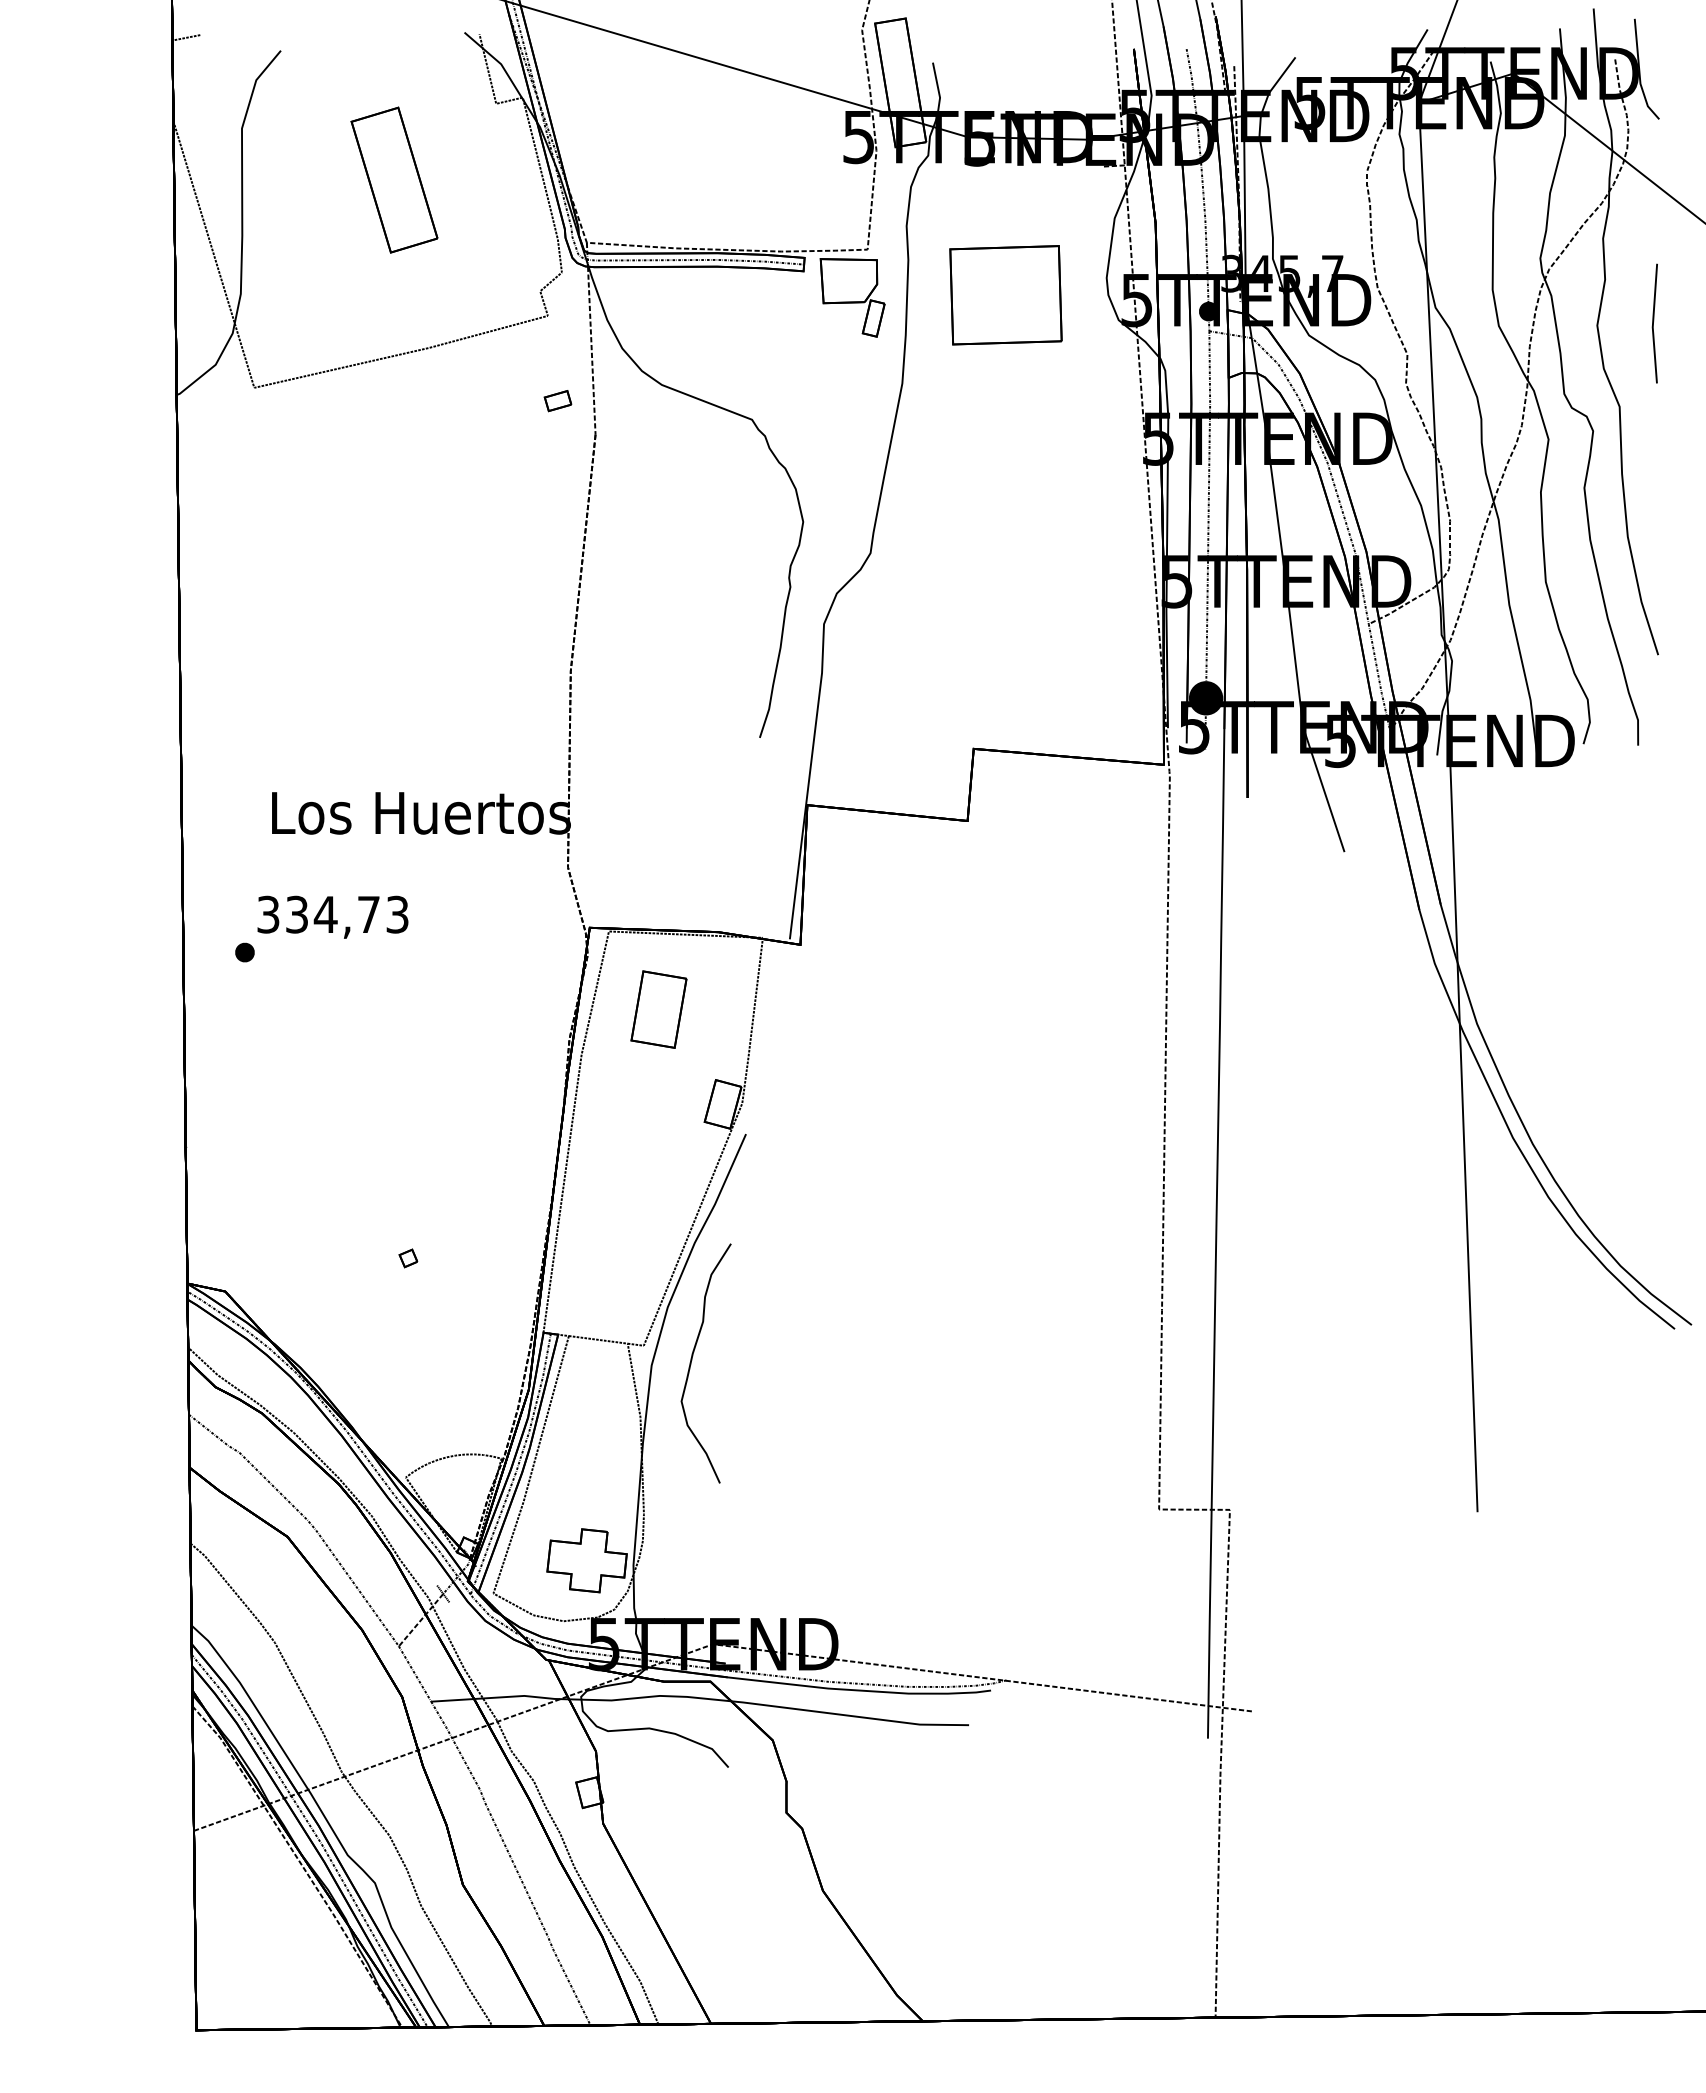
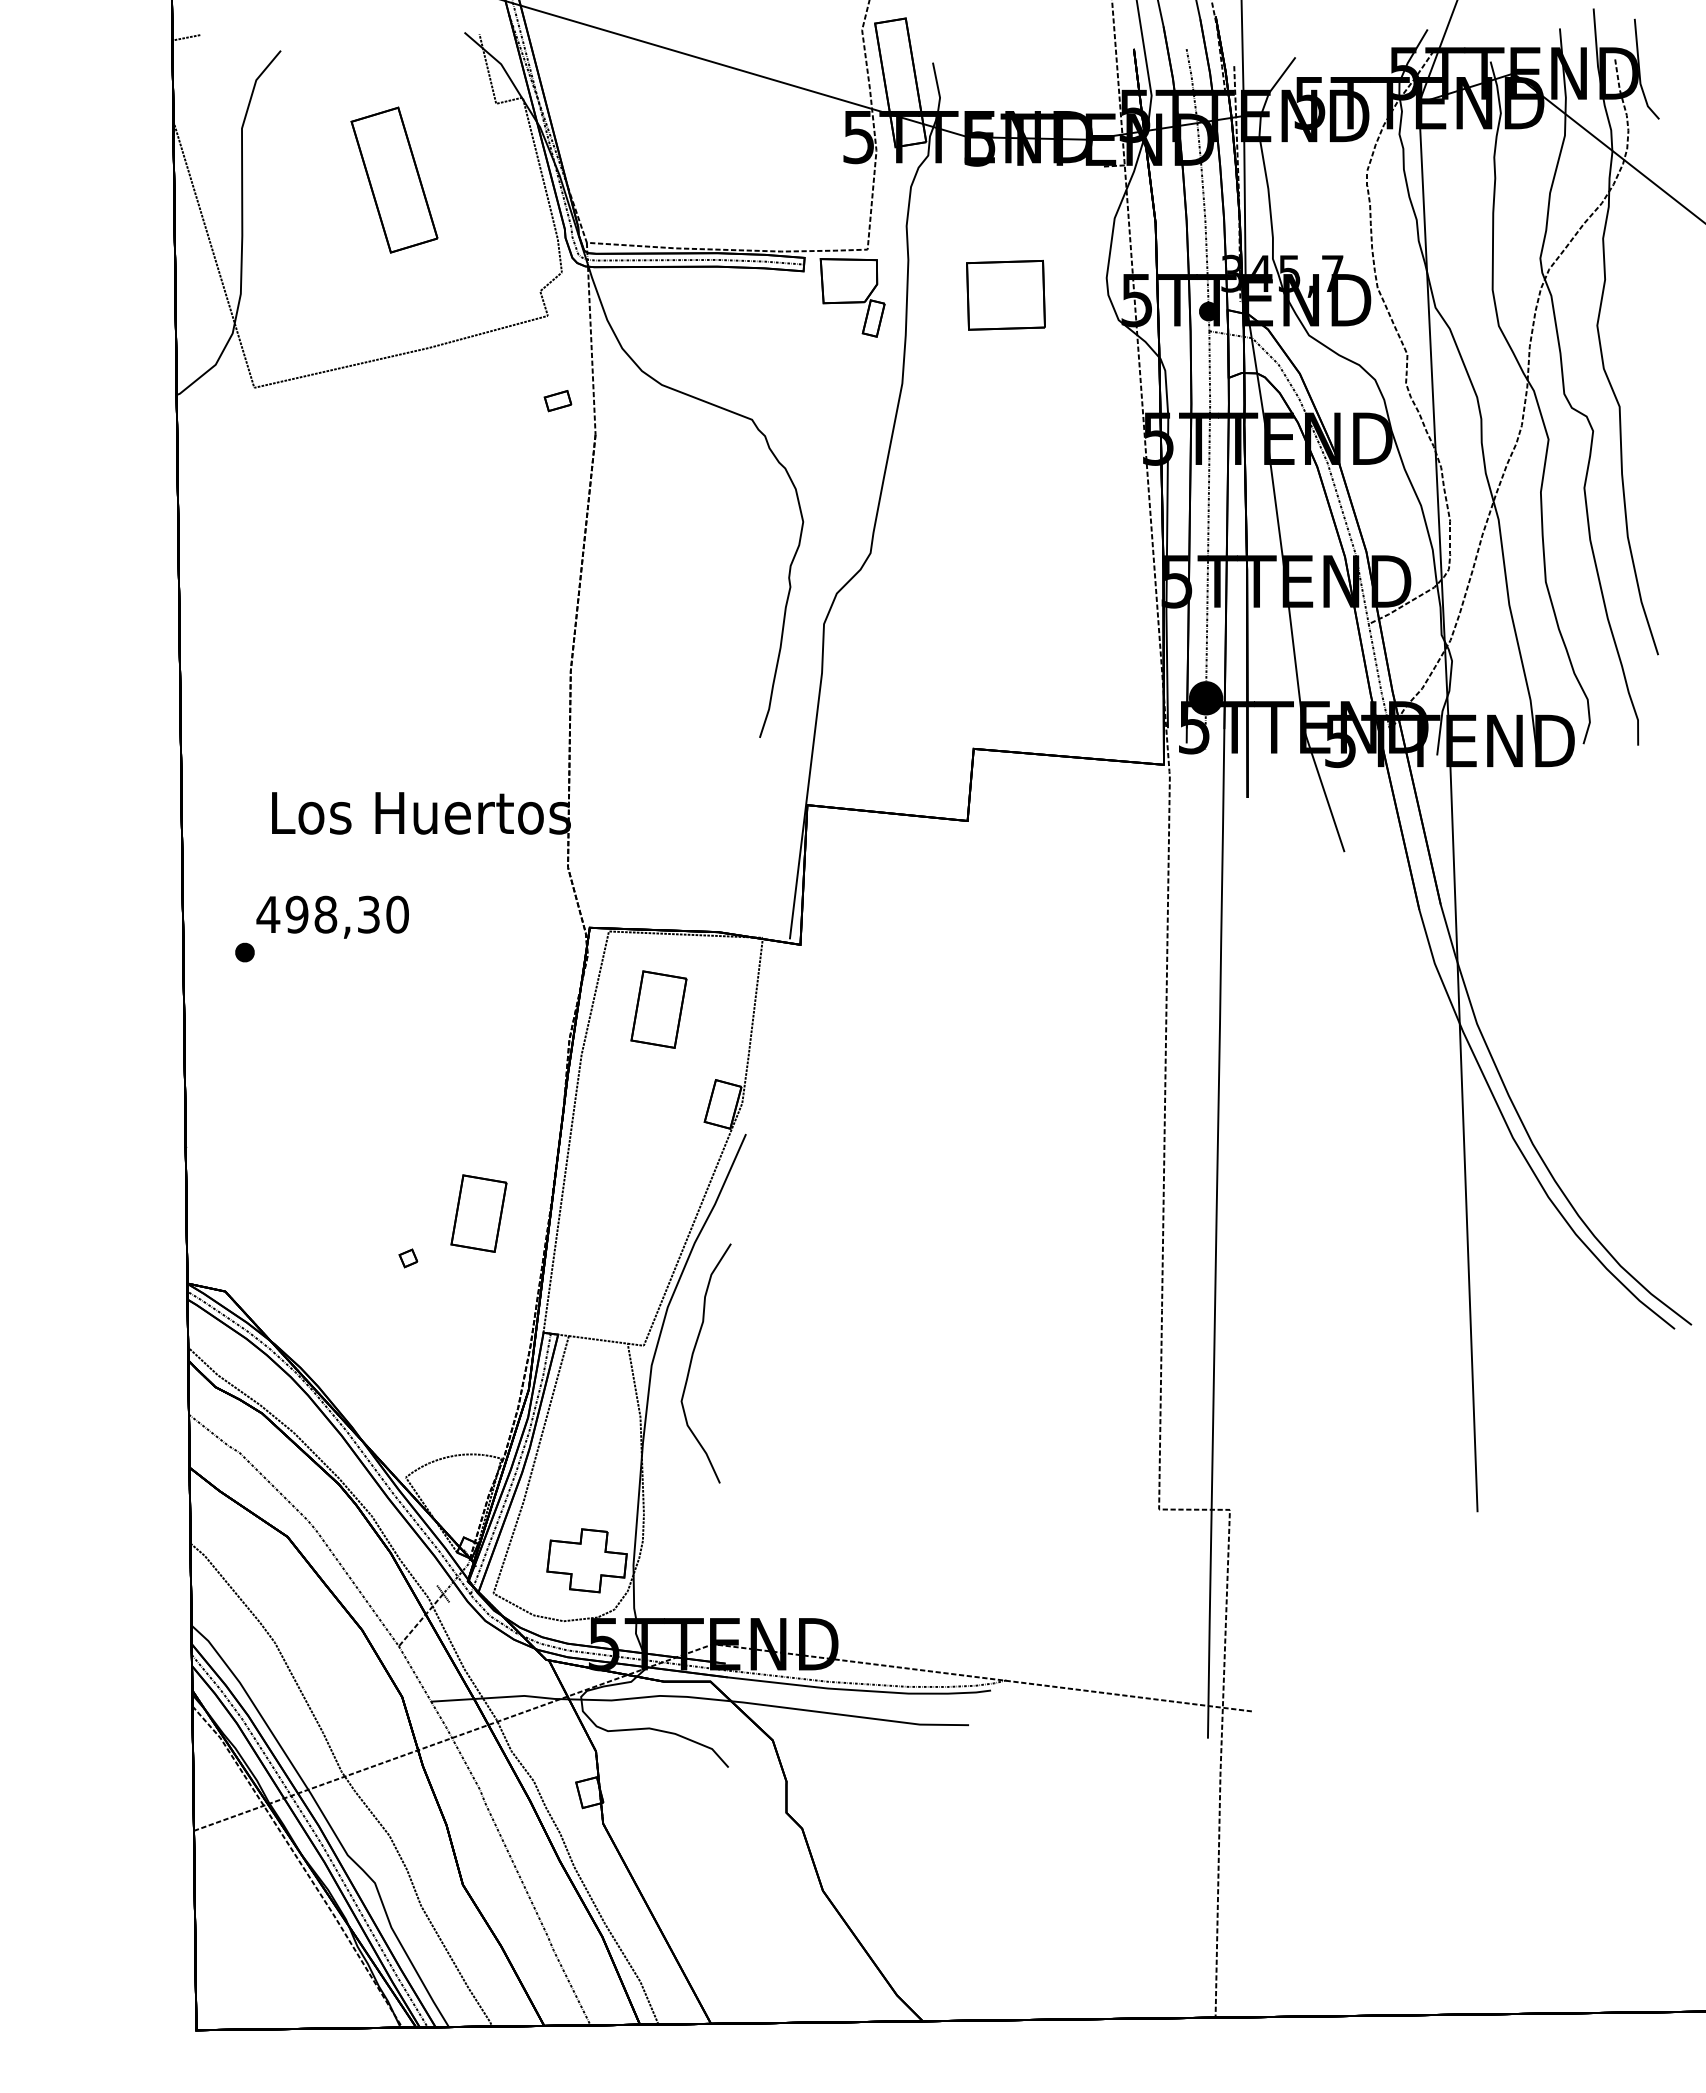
part at (1005, 295) size: 114x101 px -> 80x72 px
line at (1653, 323): present -> none
text at (332, 914): 334,73 -> 498,30
part at (478, 1213): none -> present
